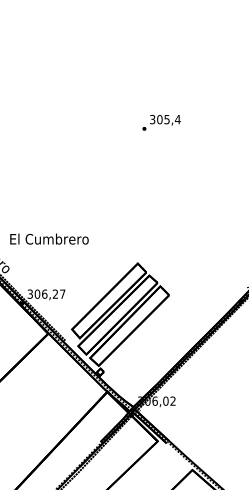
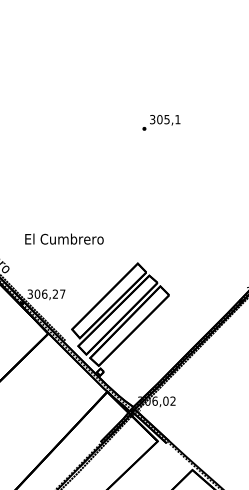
text at (177, 119): 305,4 -> 305,1
text at (49, 238) position: (49, 238) -> (64, 238)
